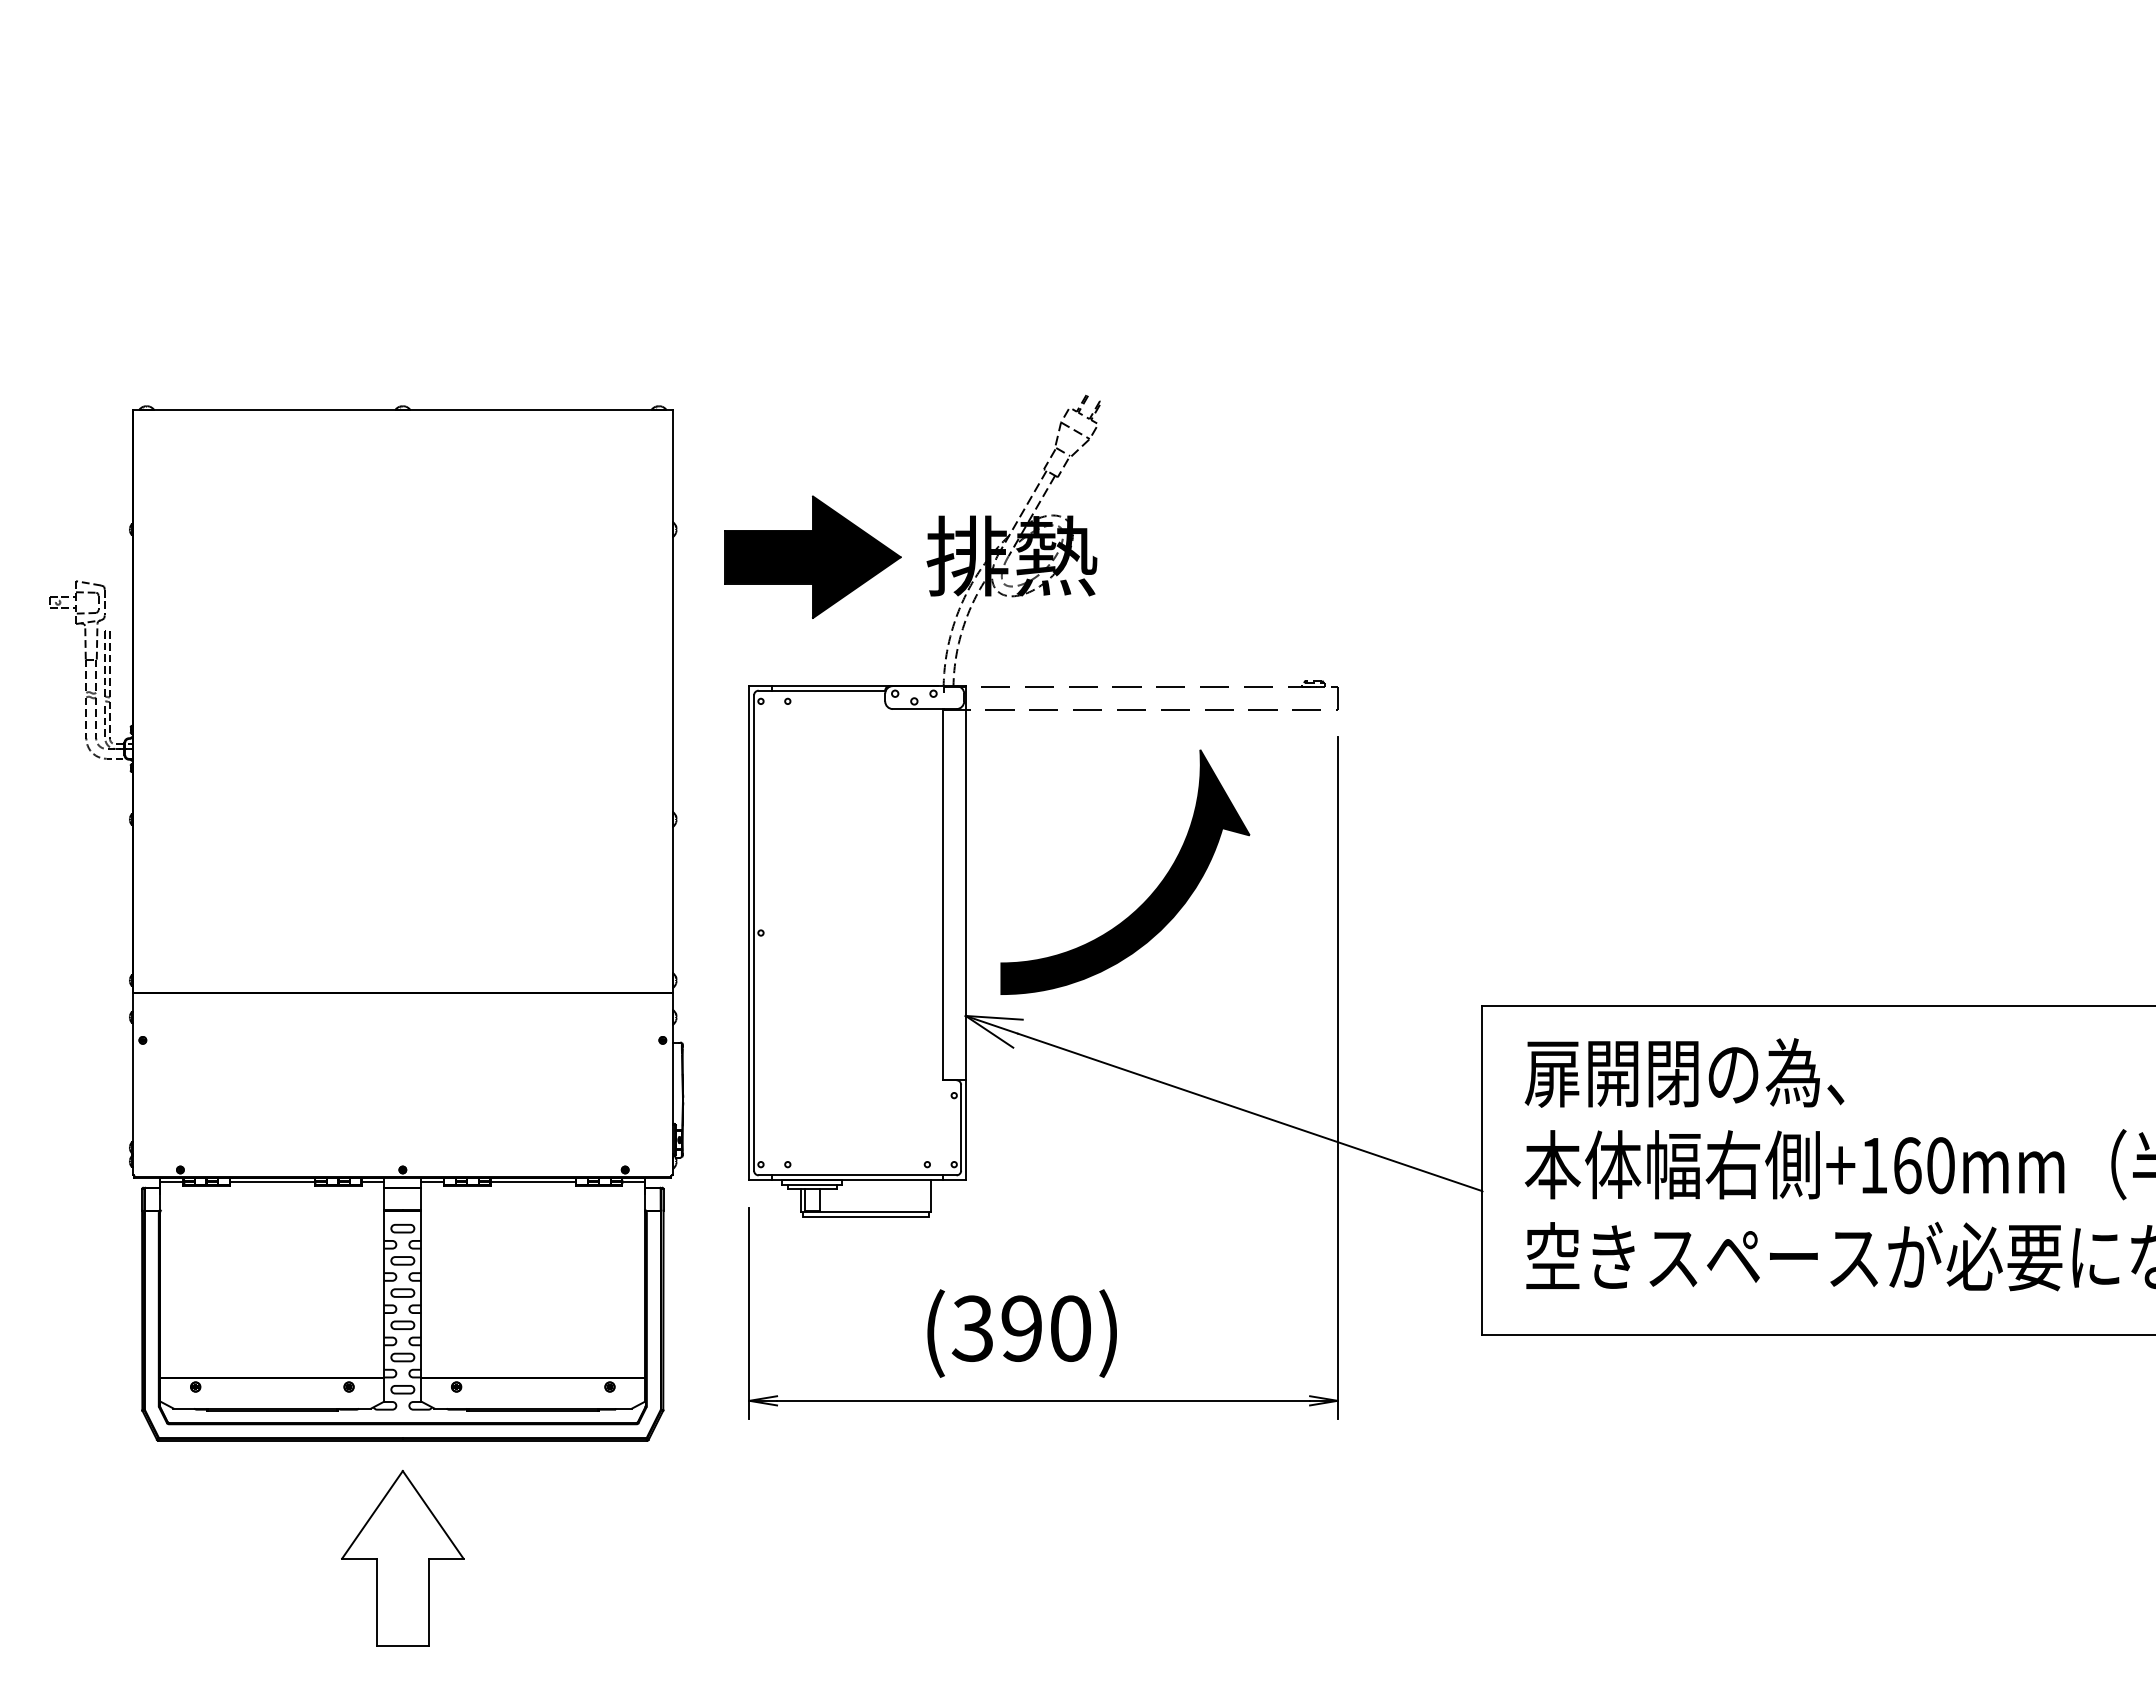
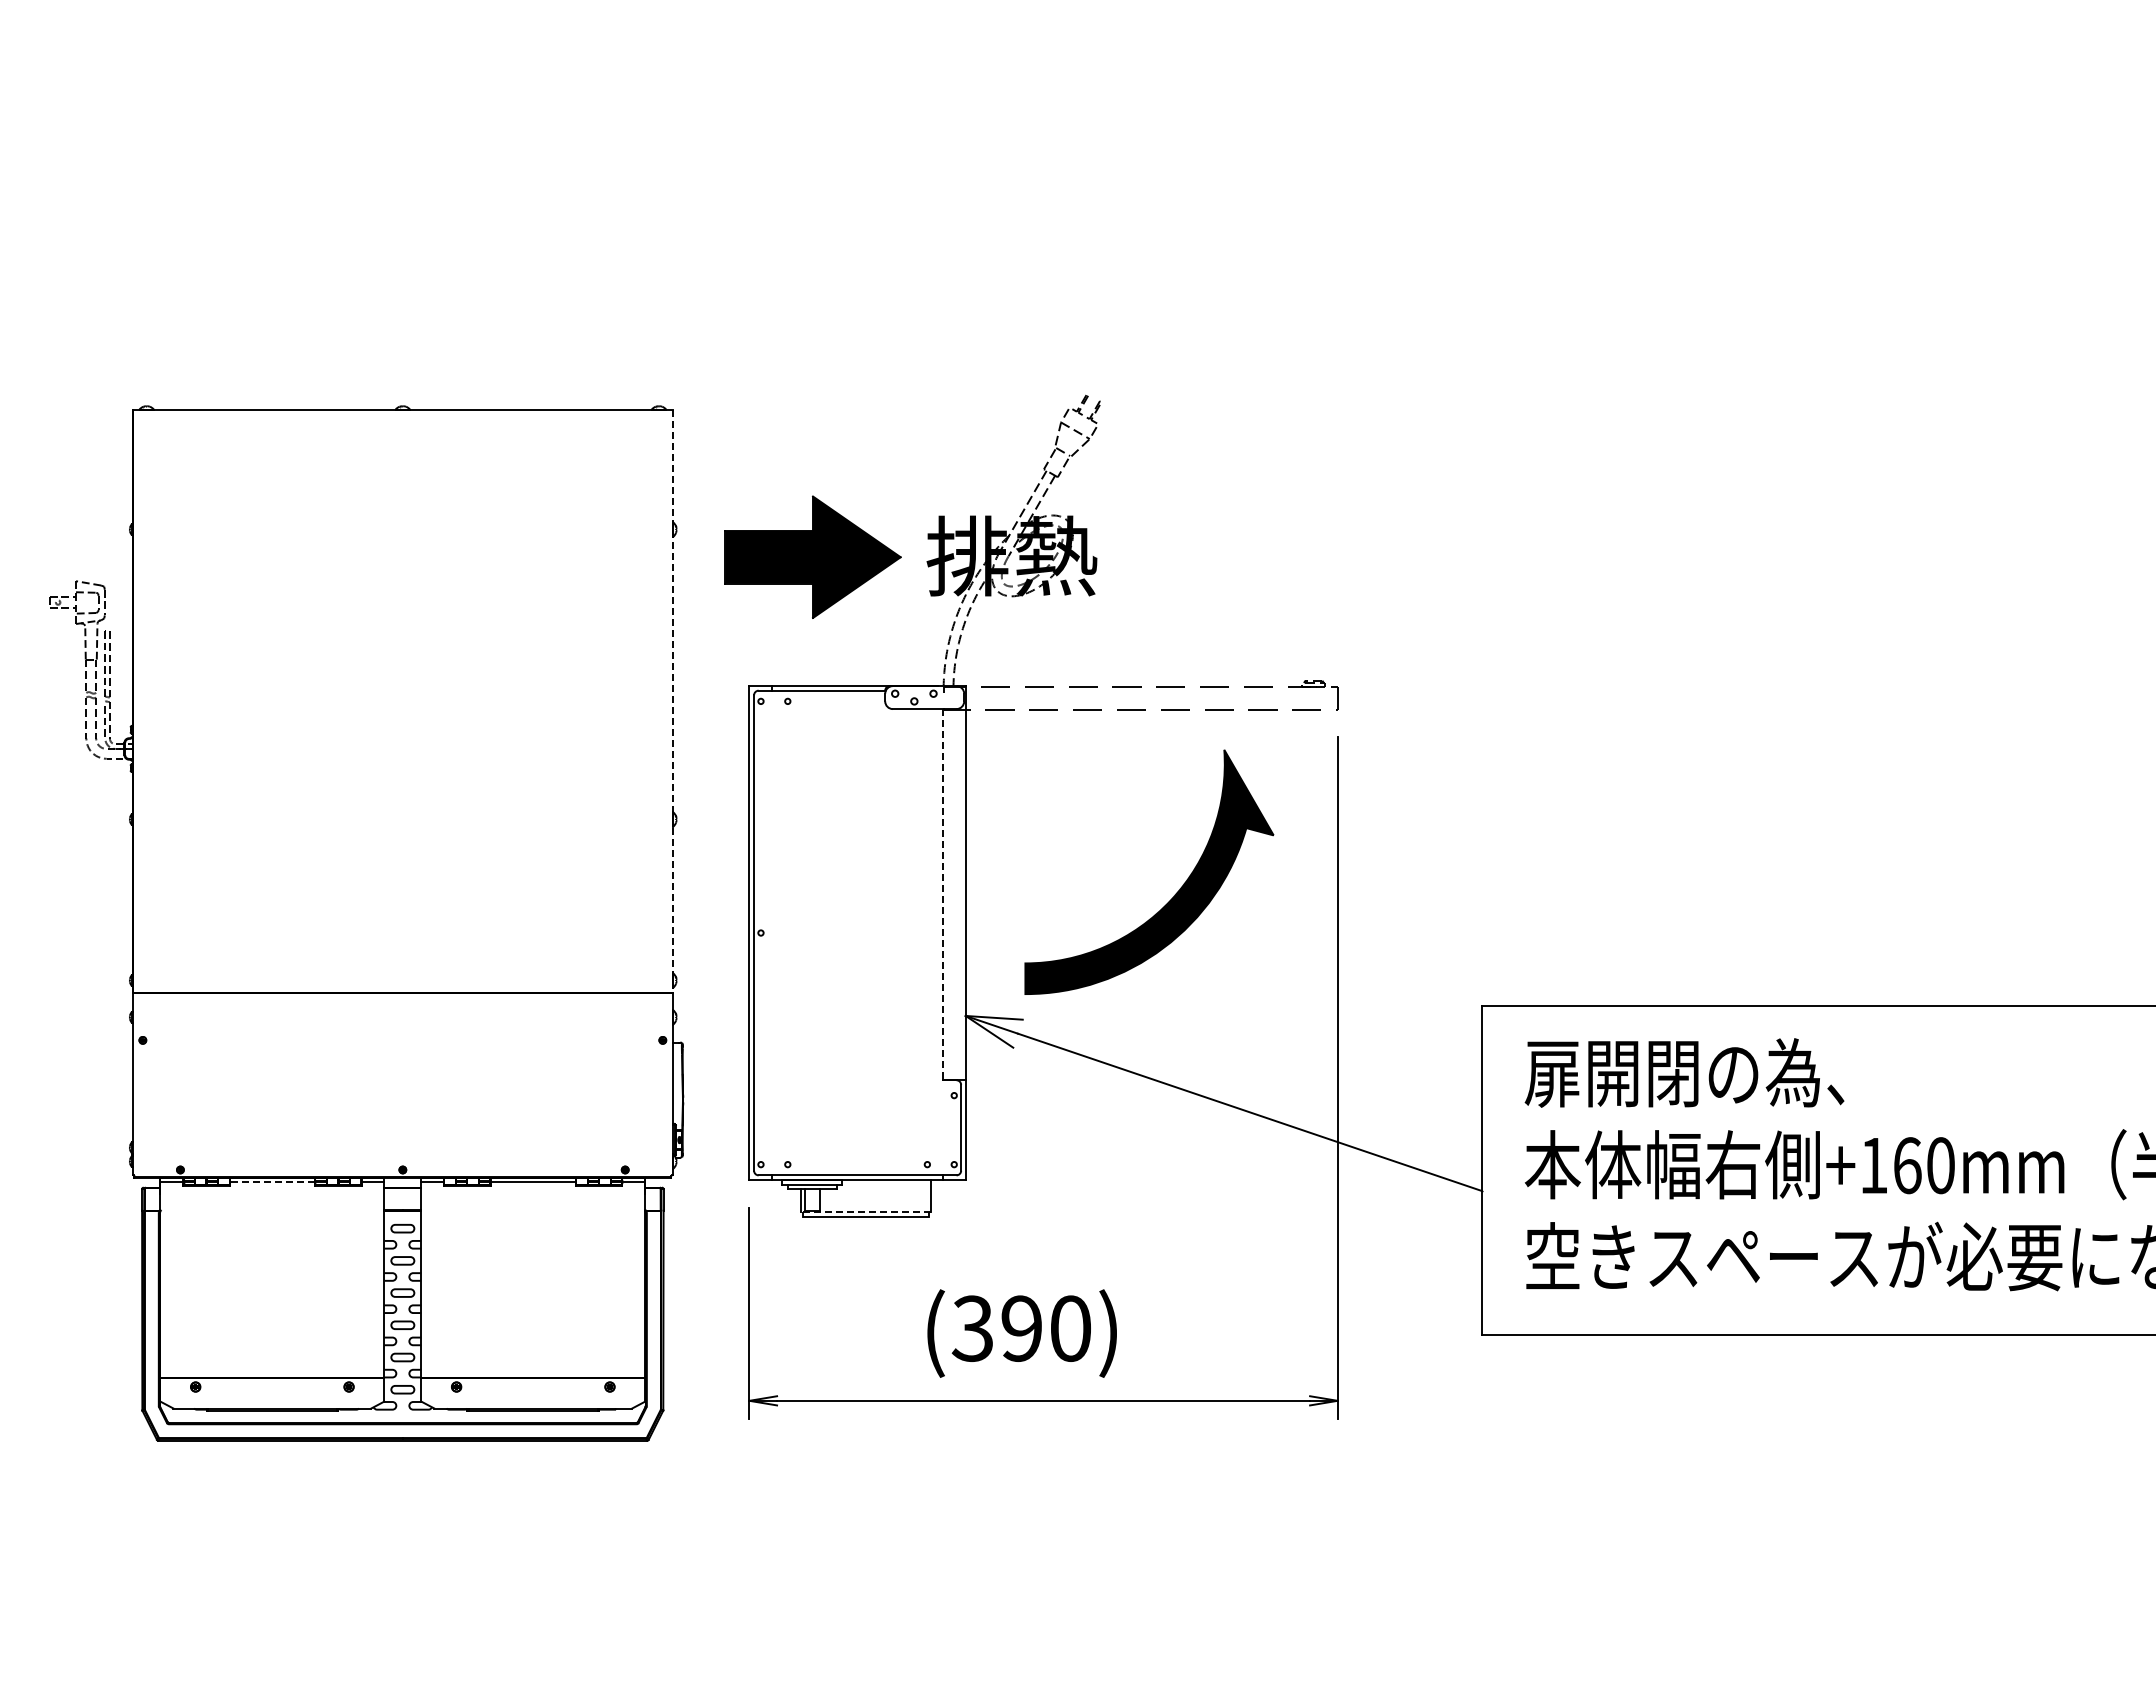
line at (672, 701): solid -> dashed
line at (942, 894): solid -> dashed
part at (1150, 894) position: (1150, 894) -> (1174, 894)
line at (272, 1182): solid -> dashed
line at (865, 1212): solid -> dashed
part at (402, 1558): present -> none
